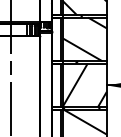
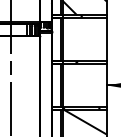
hatch at (84, 39): present -> none
hatch at (84, 85): present -> none
